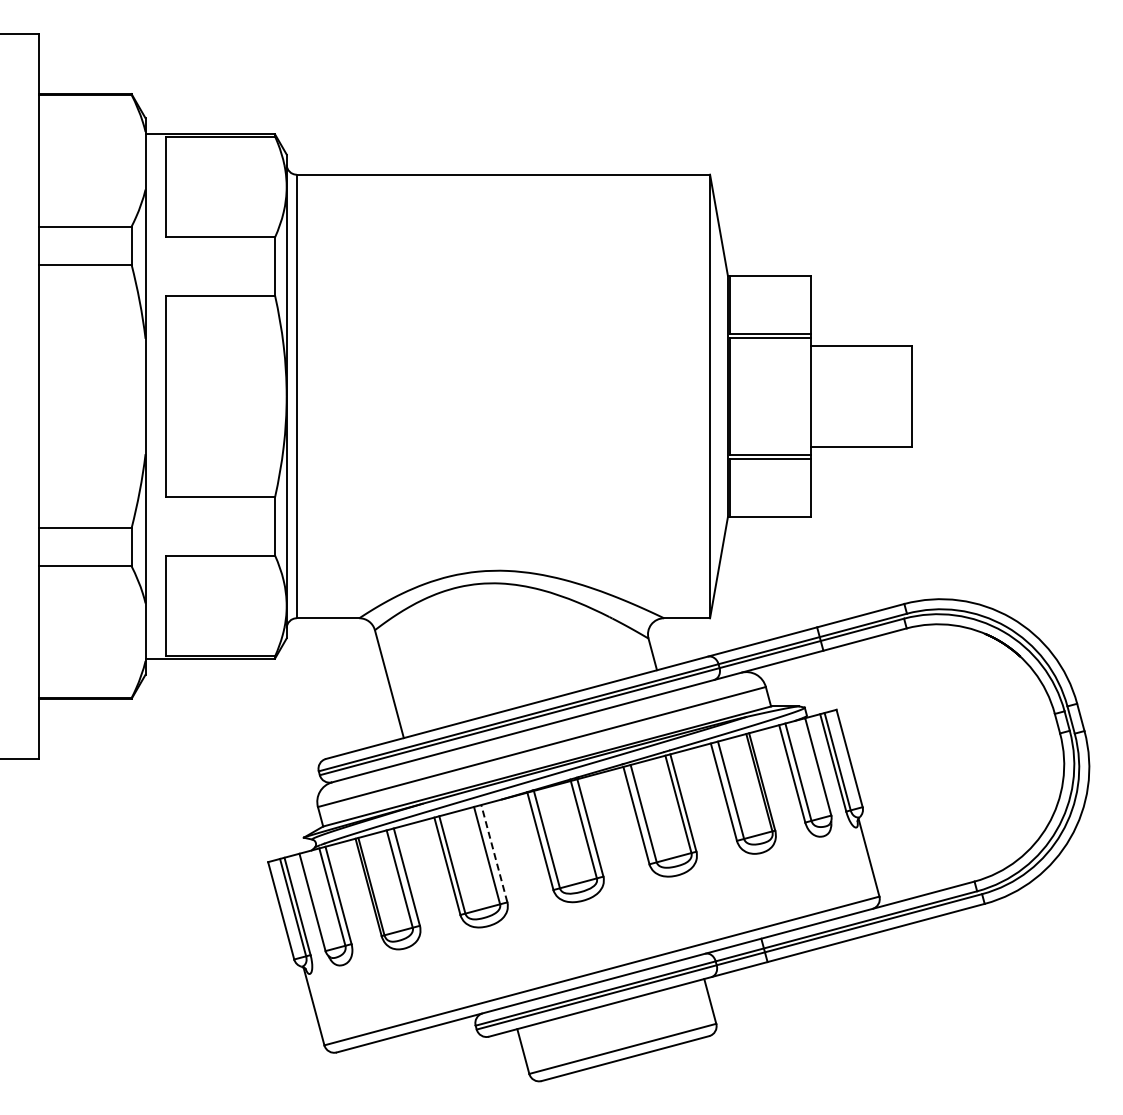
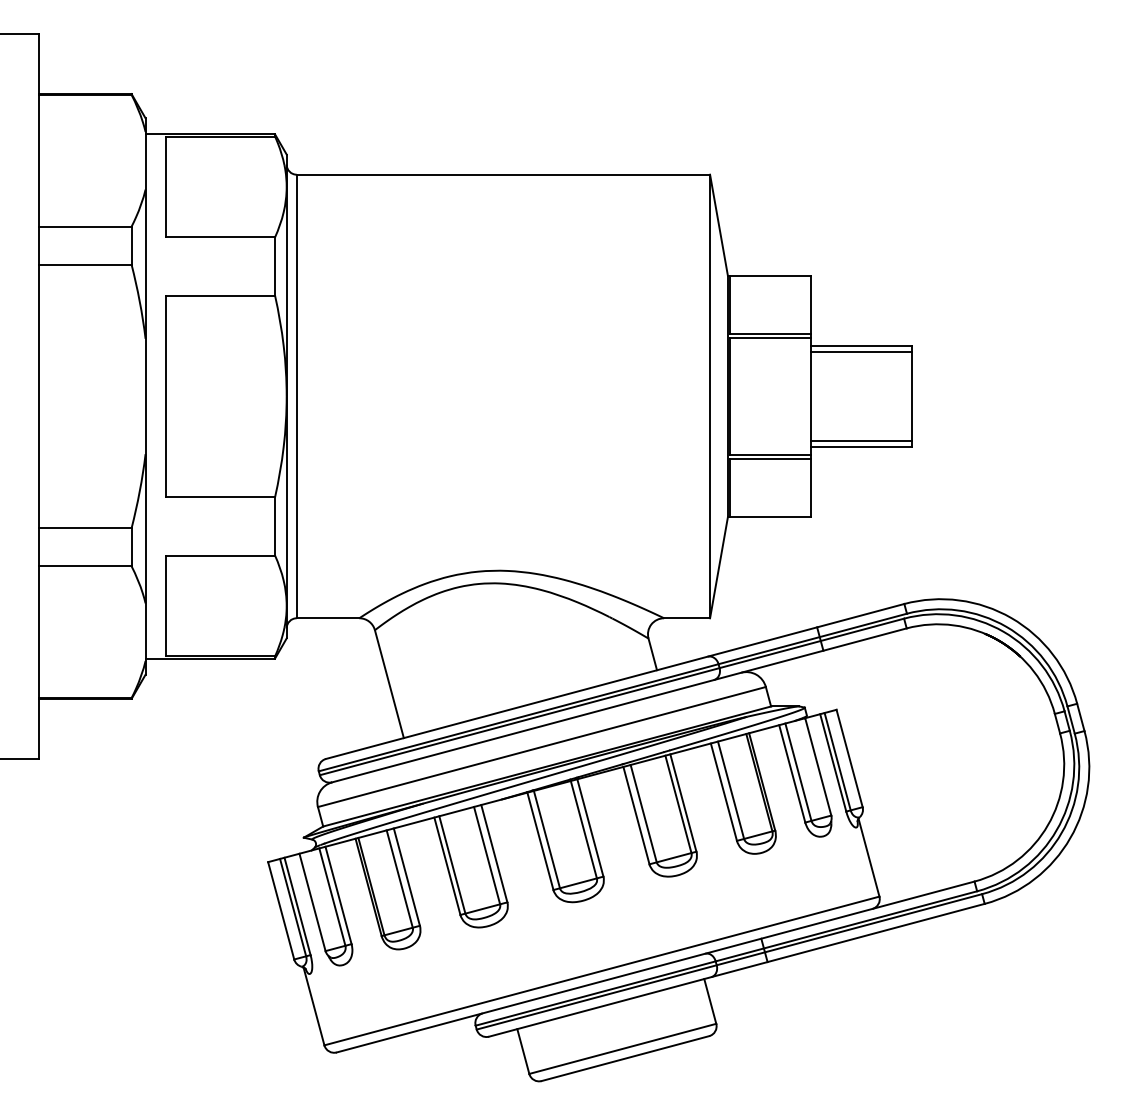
line at (860, 351): none -> present
line at (860, 441): none -> present
line at (494, 853): dashed -> solid
